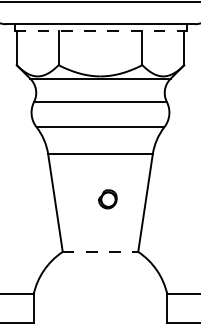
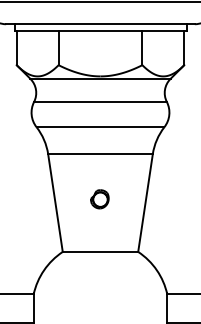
line at (100, 31): dashed -> solid
part at (107, 199) position: (107, 199) -> (99, 199)
line at (100, 251): dashed -> solid
